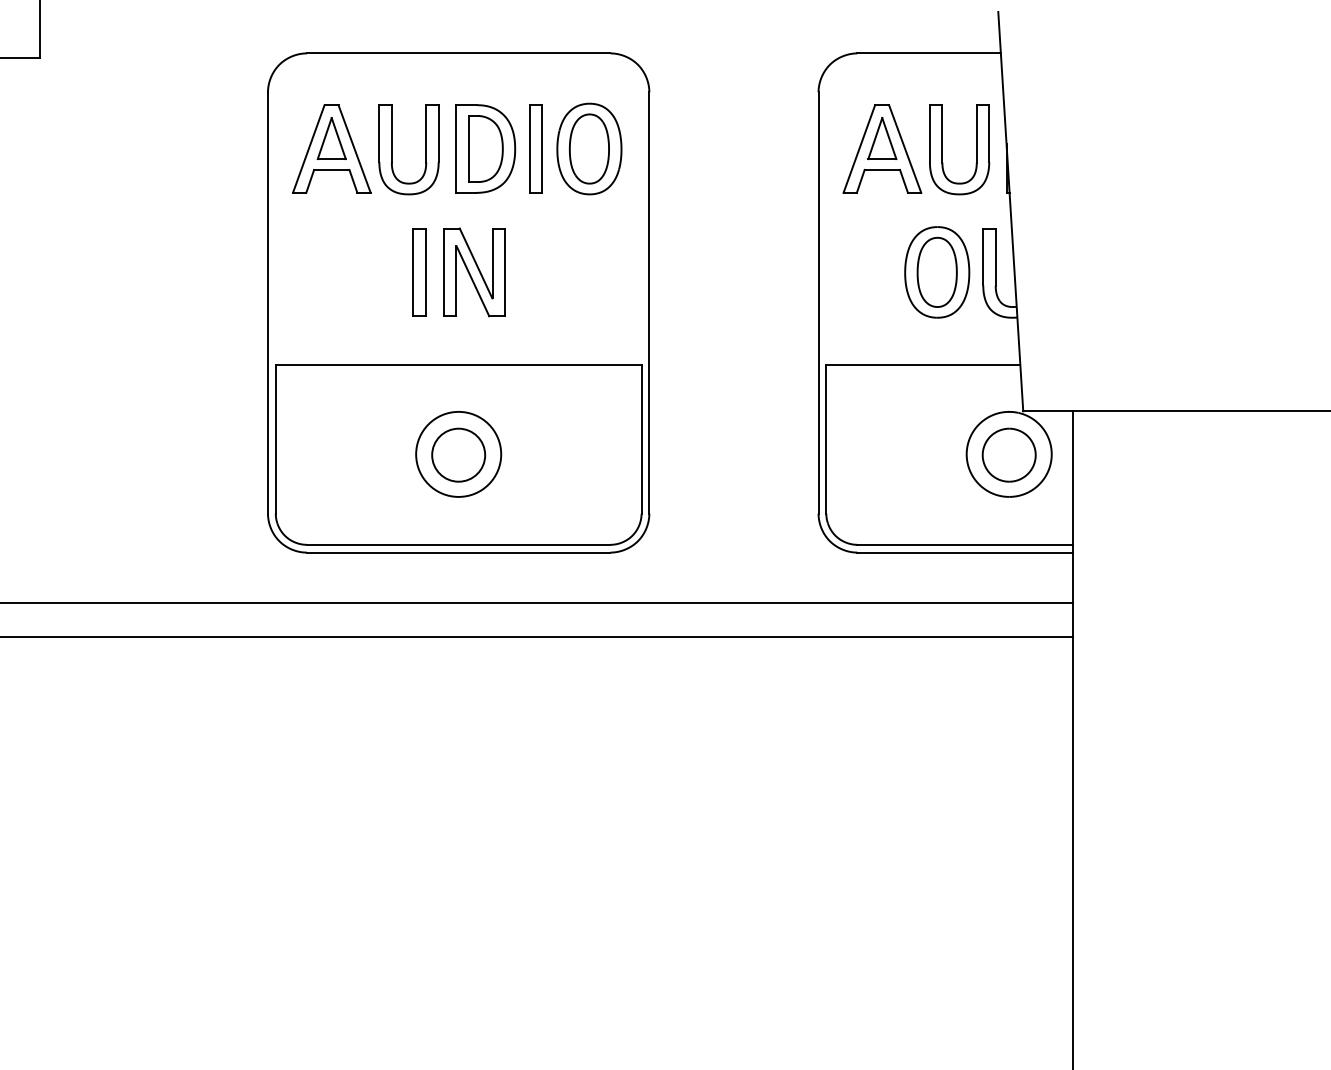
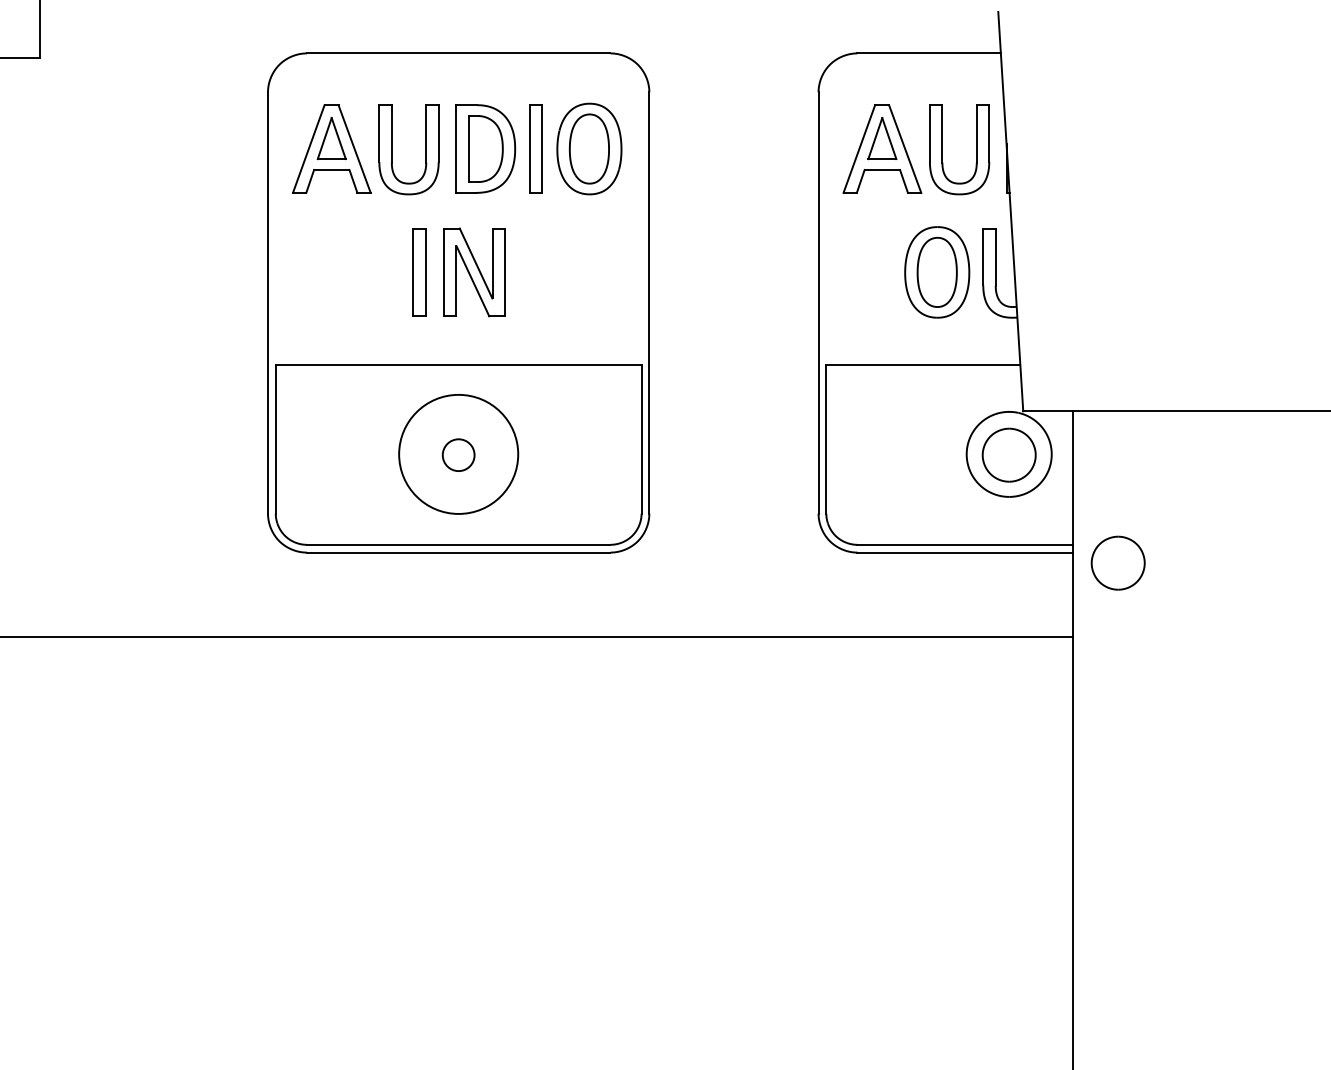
circle at (458, 453) diameter: 85 px -> 119 px
circle at (458, 454) diameter: 53 px -> 32 px
part at (1117, 562): none -> present
line at (537, 602): present -> none
